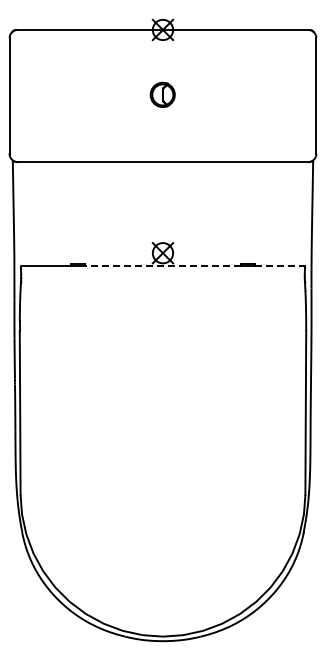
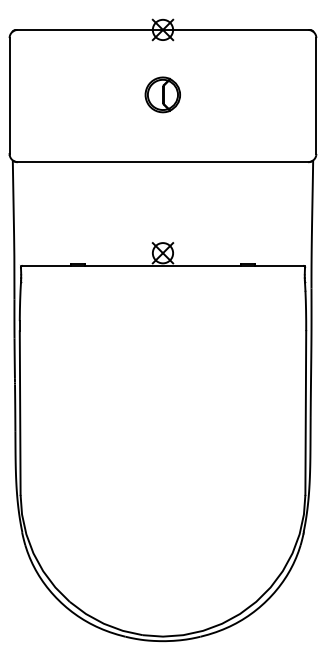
part at (162, 94) size: 27x27 px -> 37x38 px
line at (162, 265): dashed -> solid
line at (279, 265): dashed -> solid
